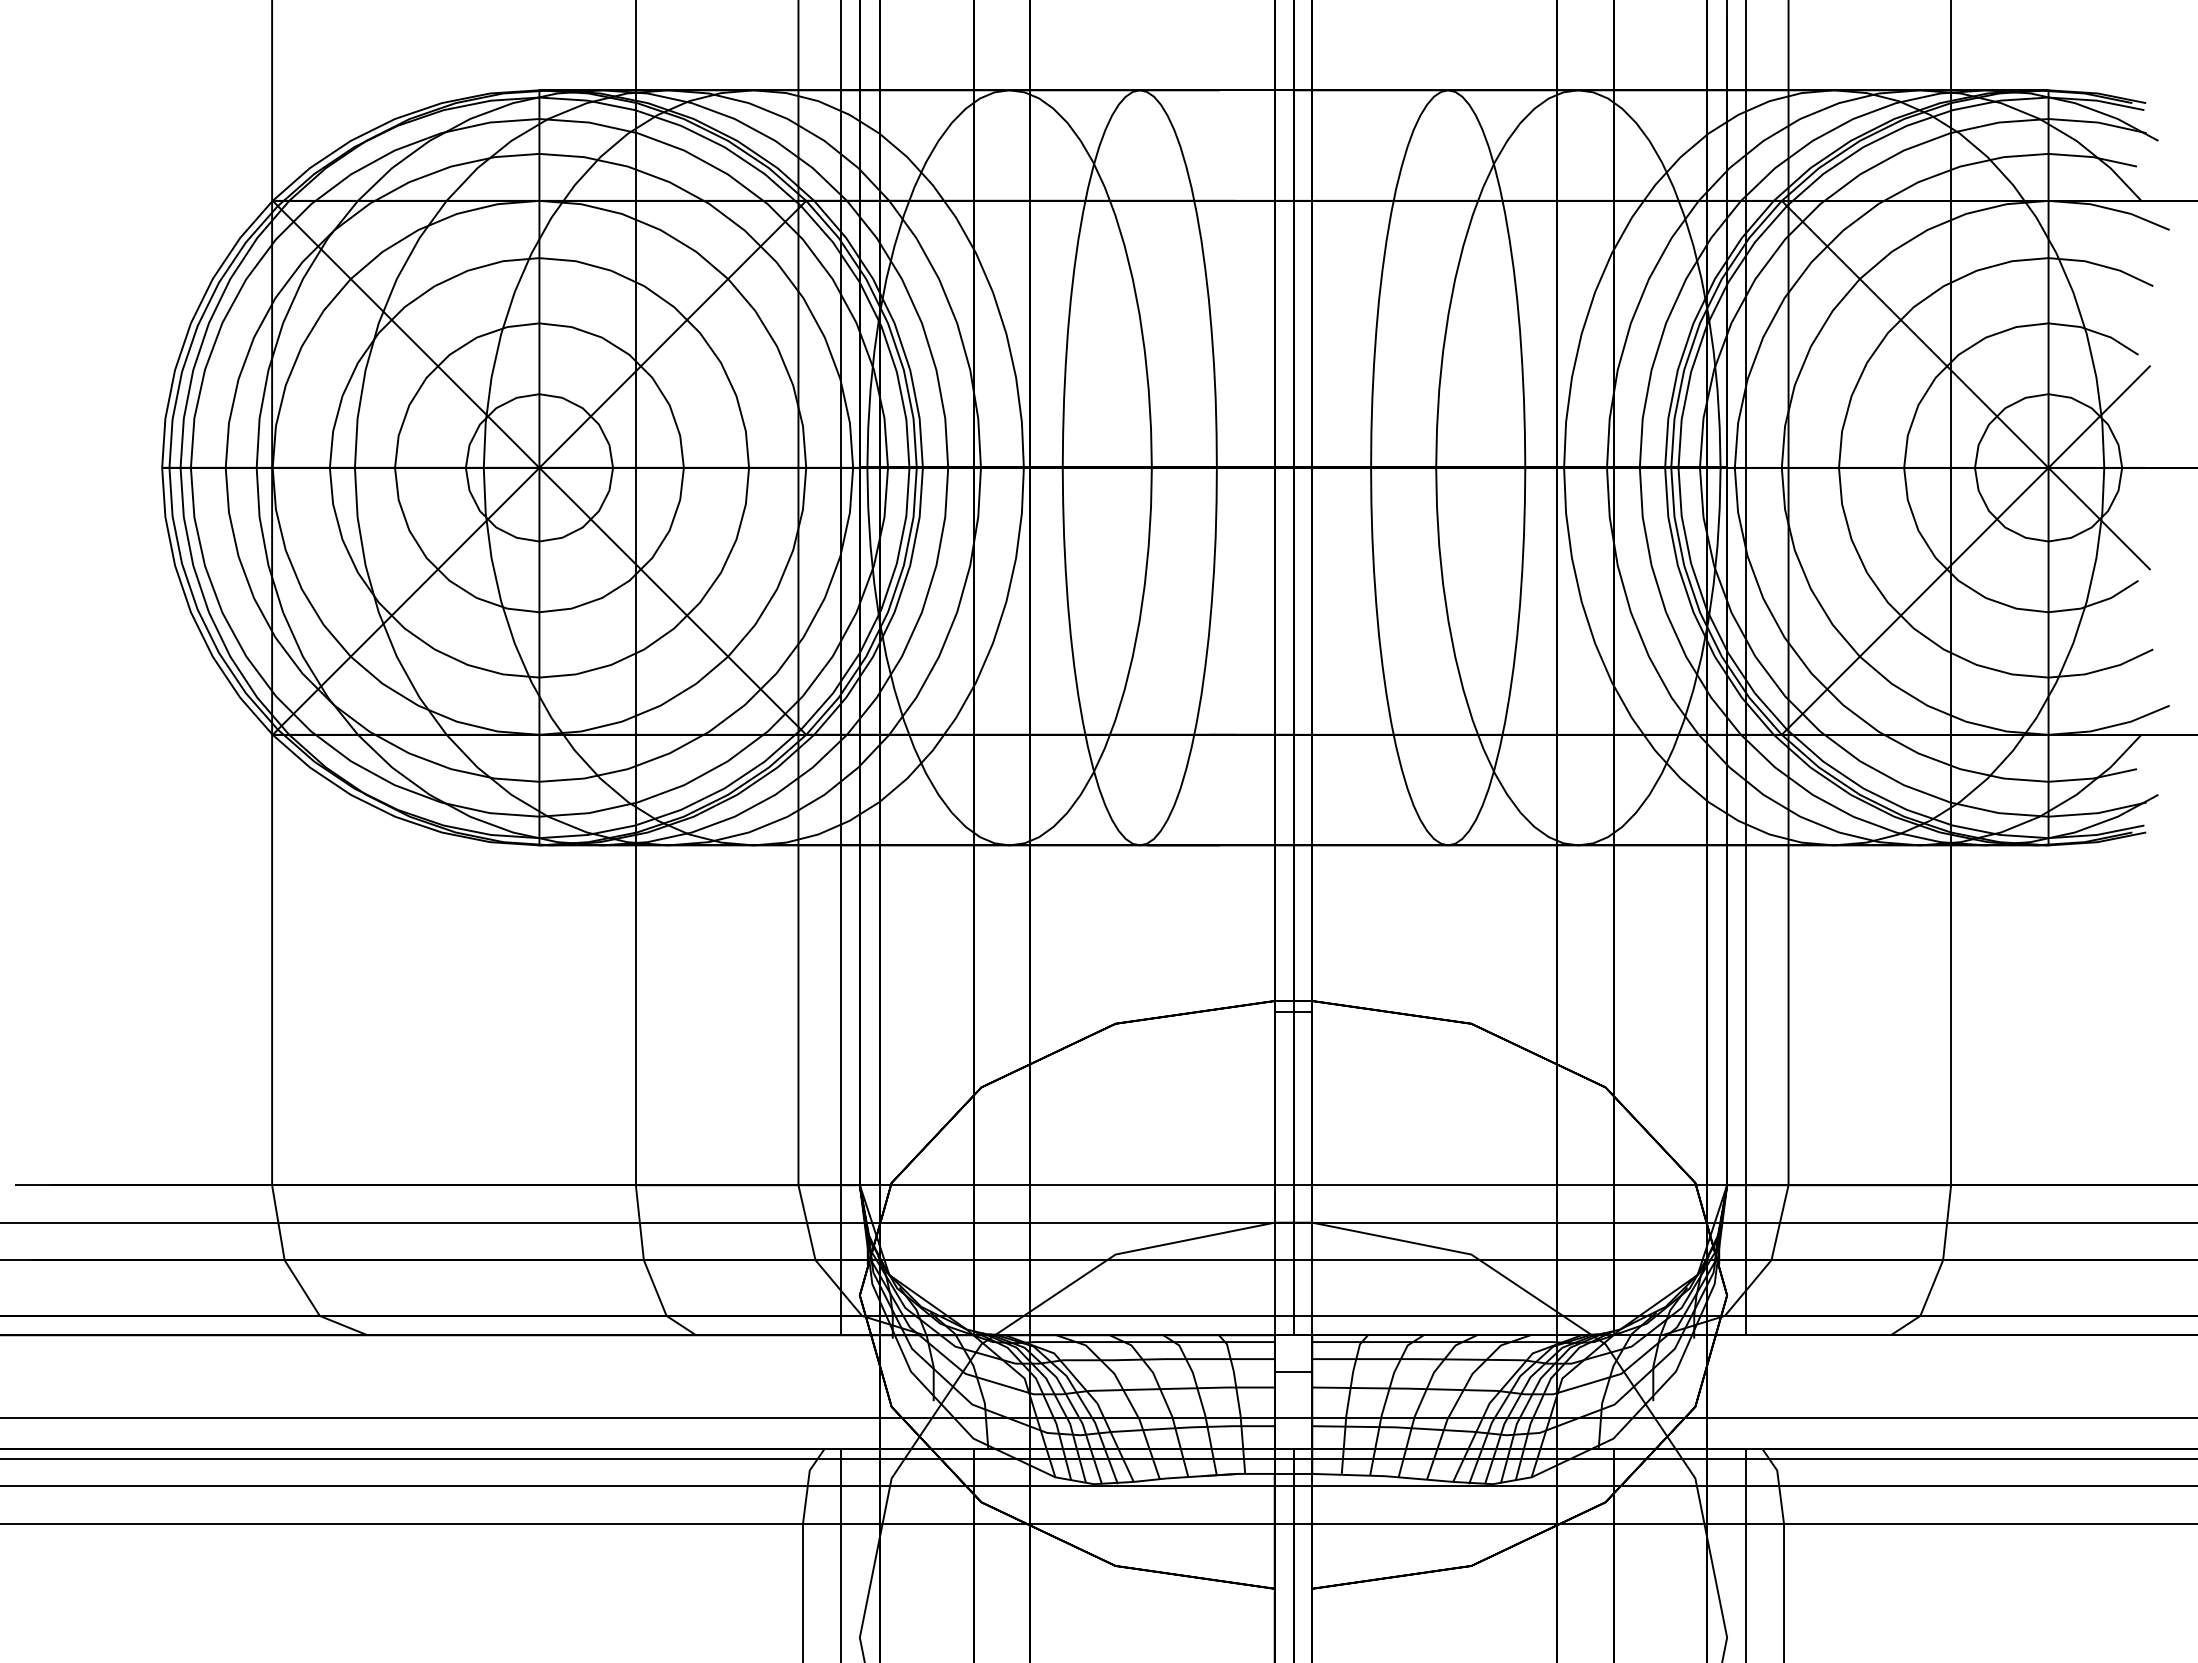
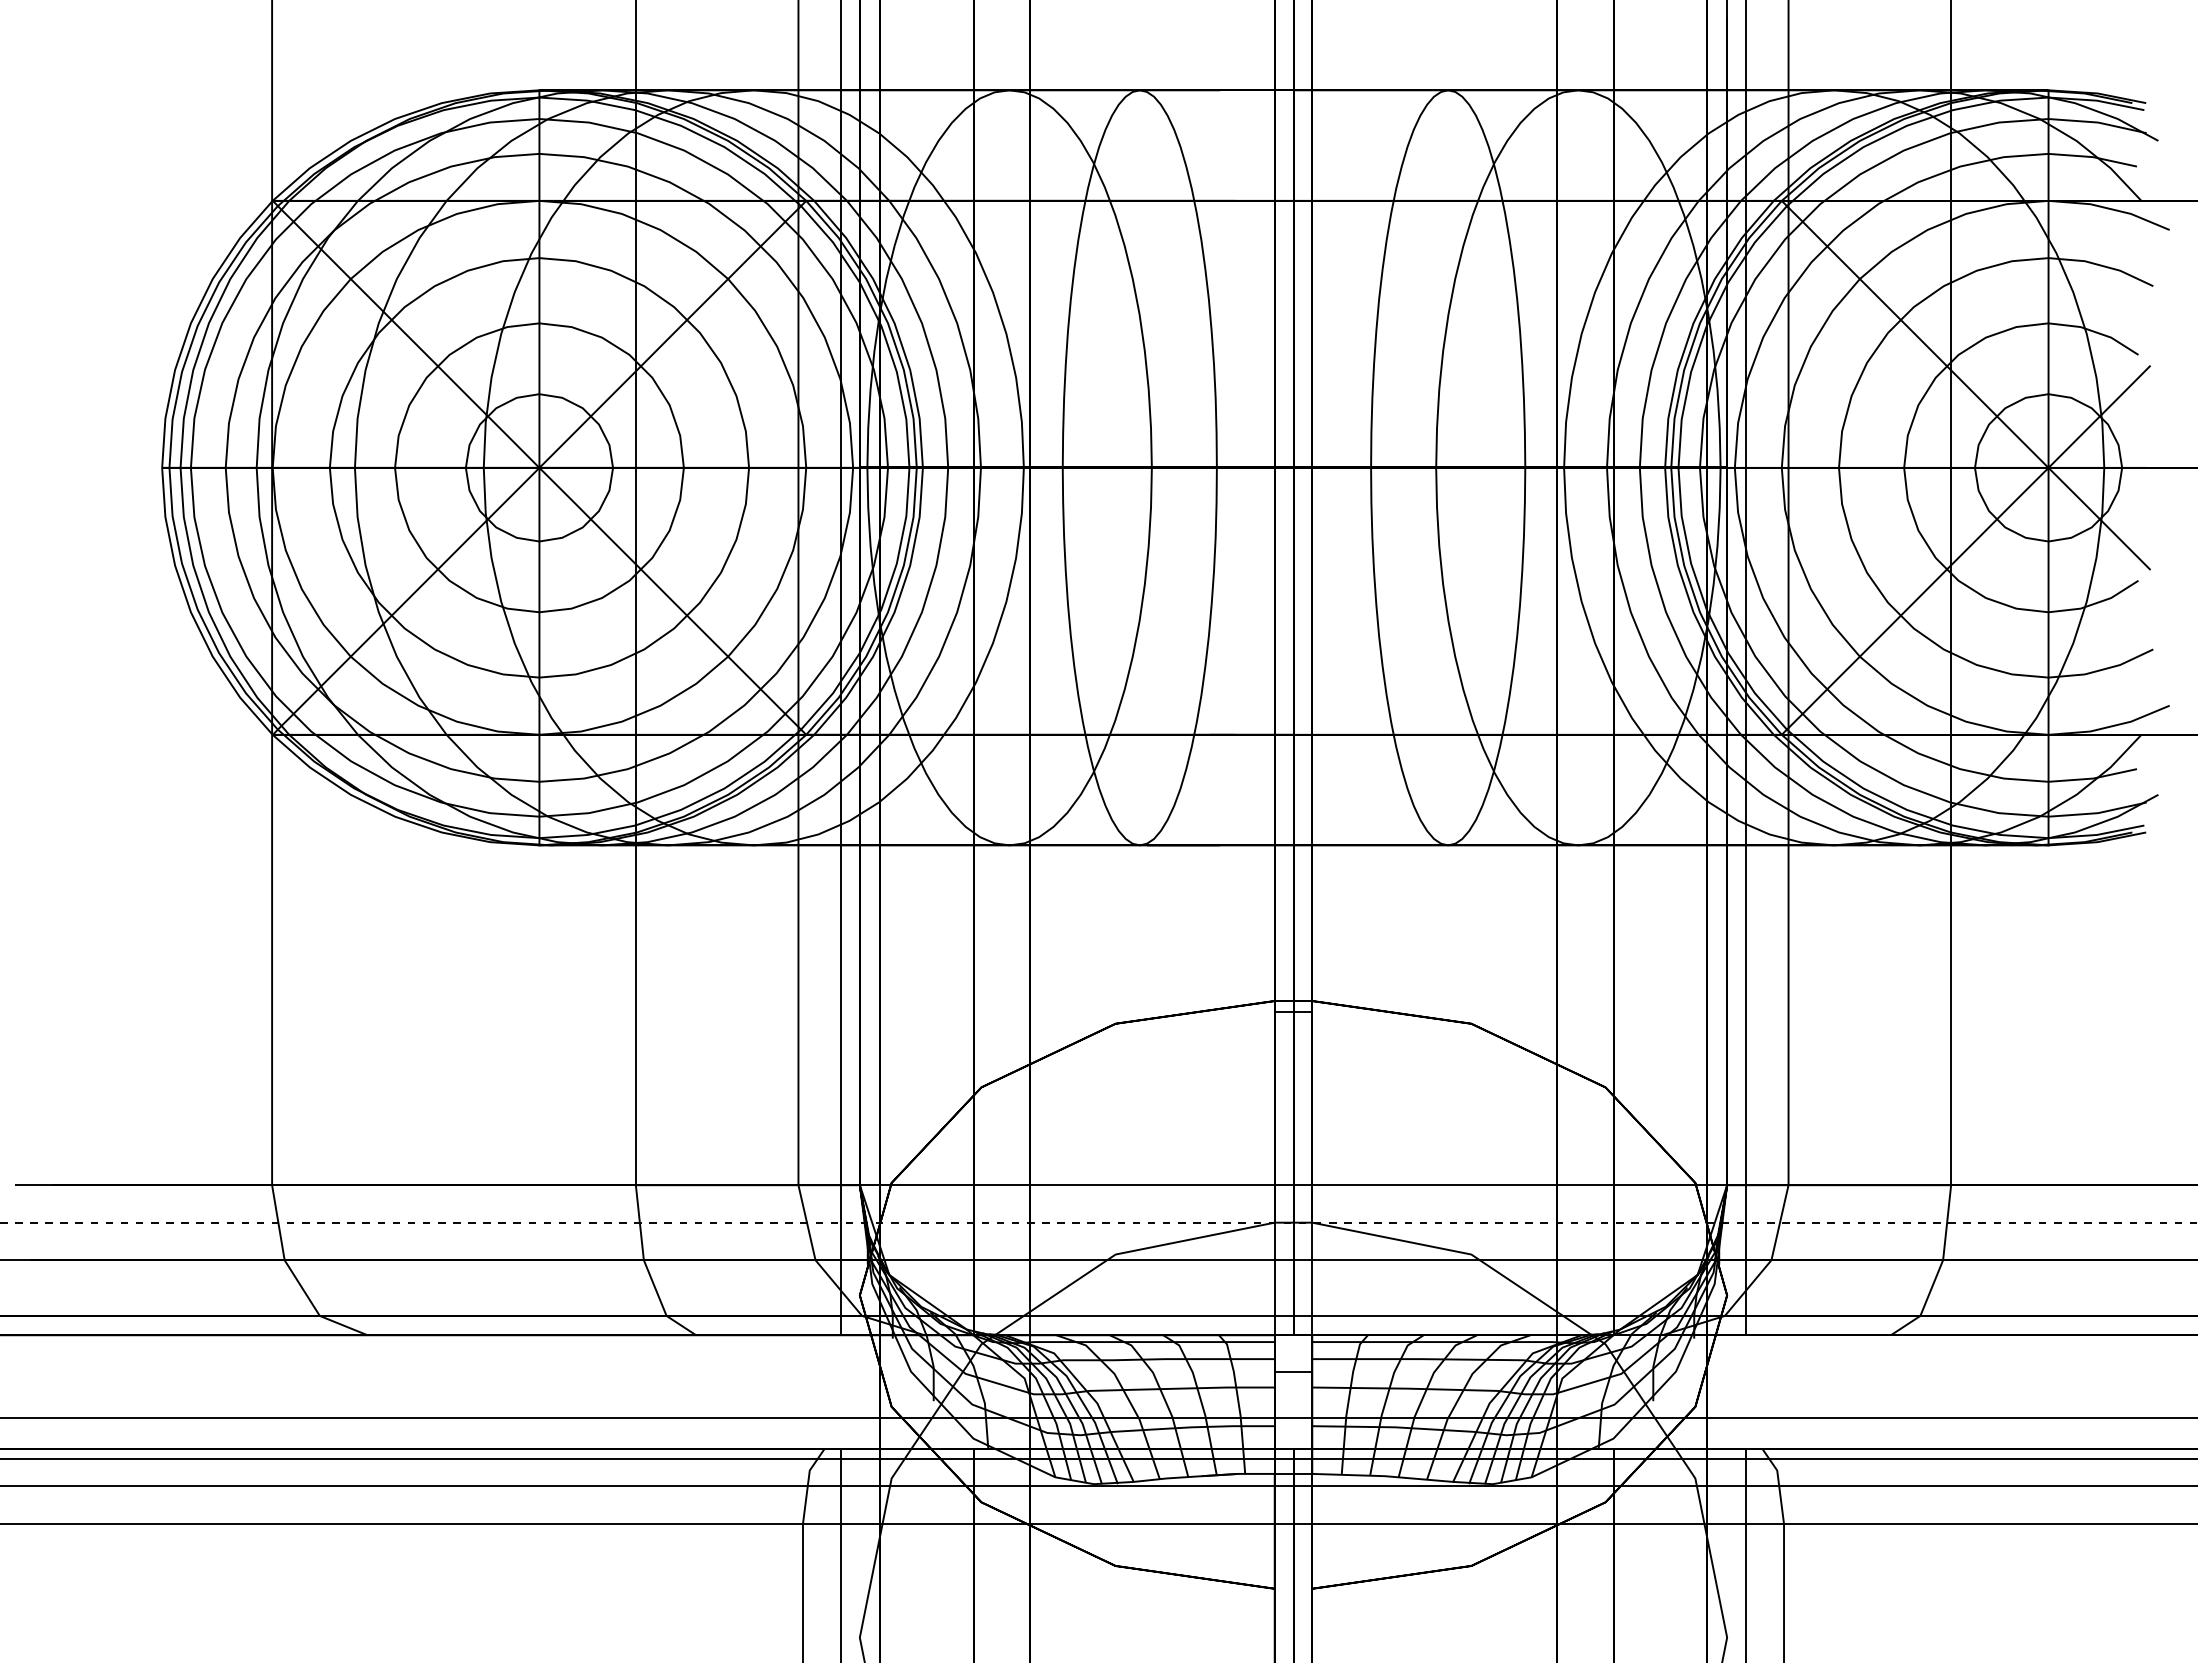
line at (1099, 1222): solid -> dashed
